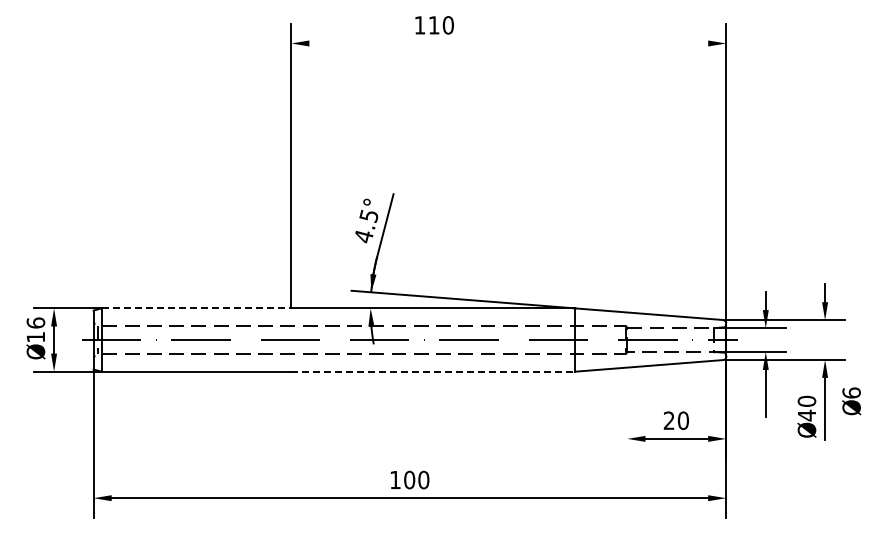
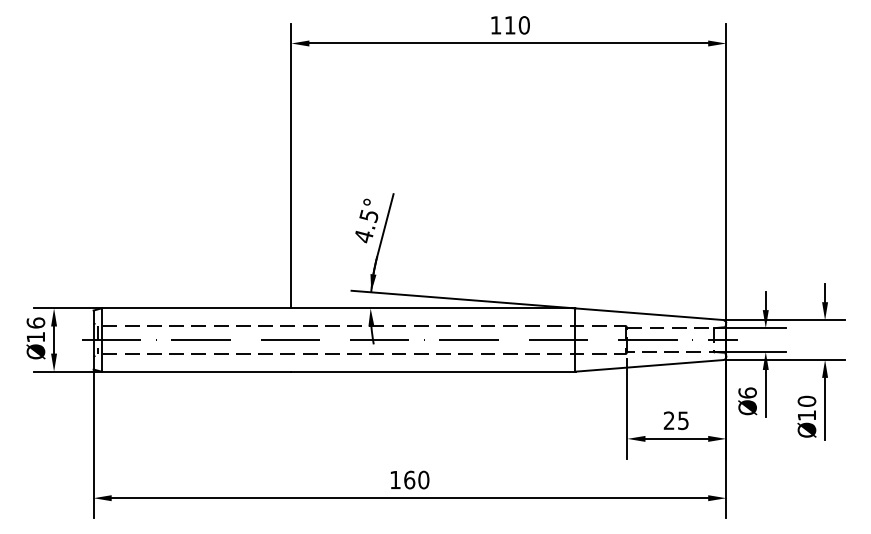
text at (434, 25) position: (434, 25) -> (510, 25)
line at (508, 43): none -> present
line at (196, 308): dashed -> solid
line at (433, 371): dashed -> solid
text at (851, 401) position: (851, 401) -> (747, 401)
line at (627, 408): none -> present
text at (806, 415): 40 -> 10
text at (682, 420): 20 -> 25
text at (409, 479): 100 -> 160
